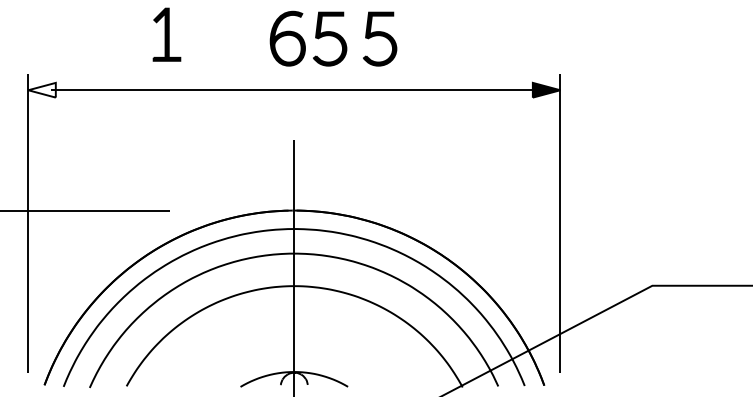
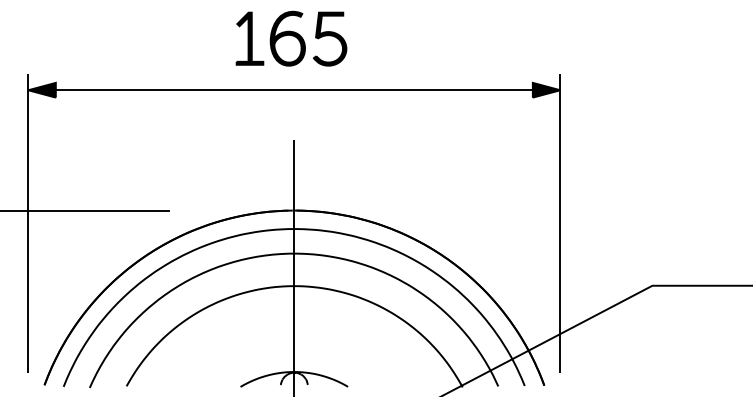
part at (166, 34) position: (166, 34) -> (249, 38)
part at (380, 38): present -> none
fill at (41, 89): none -> present
